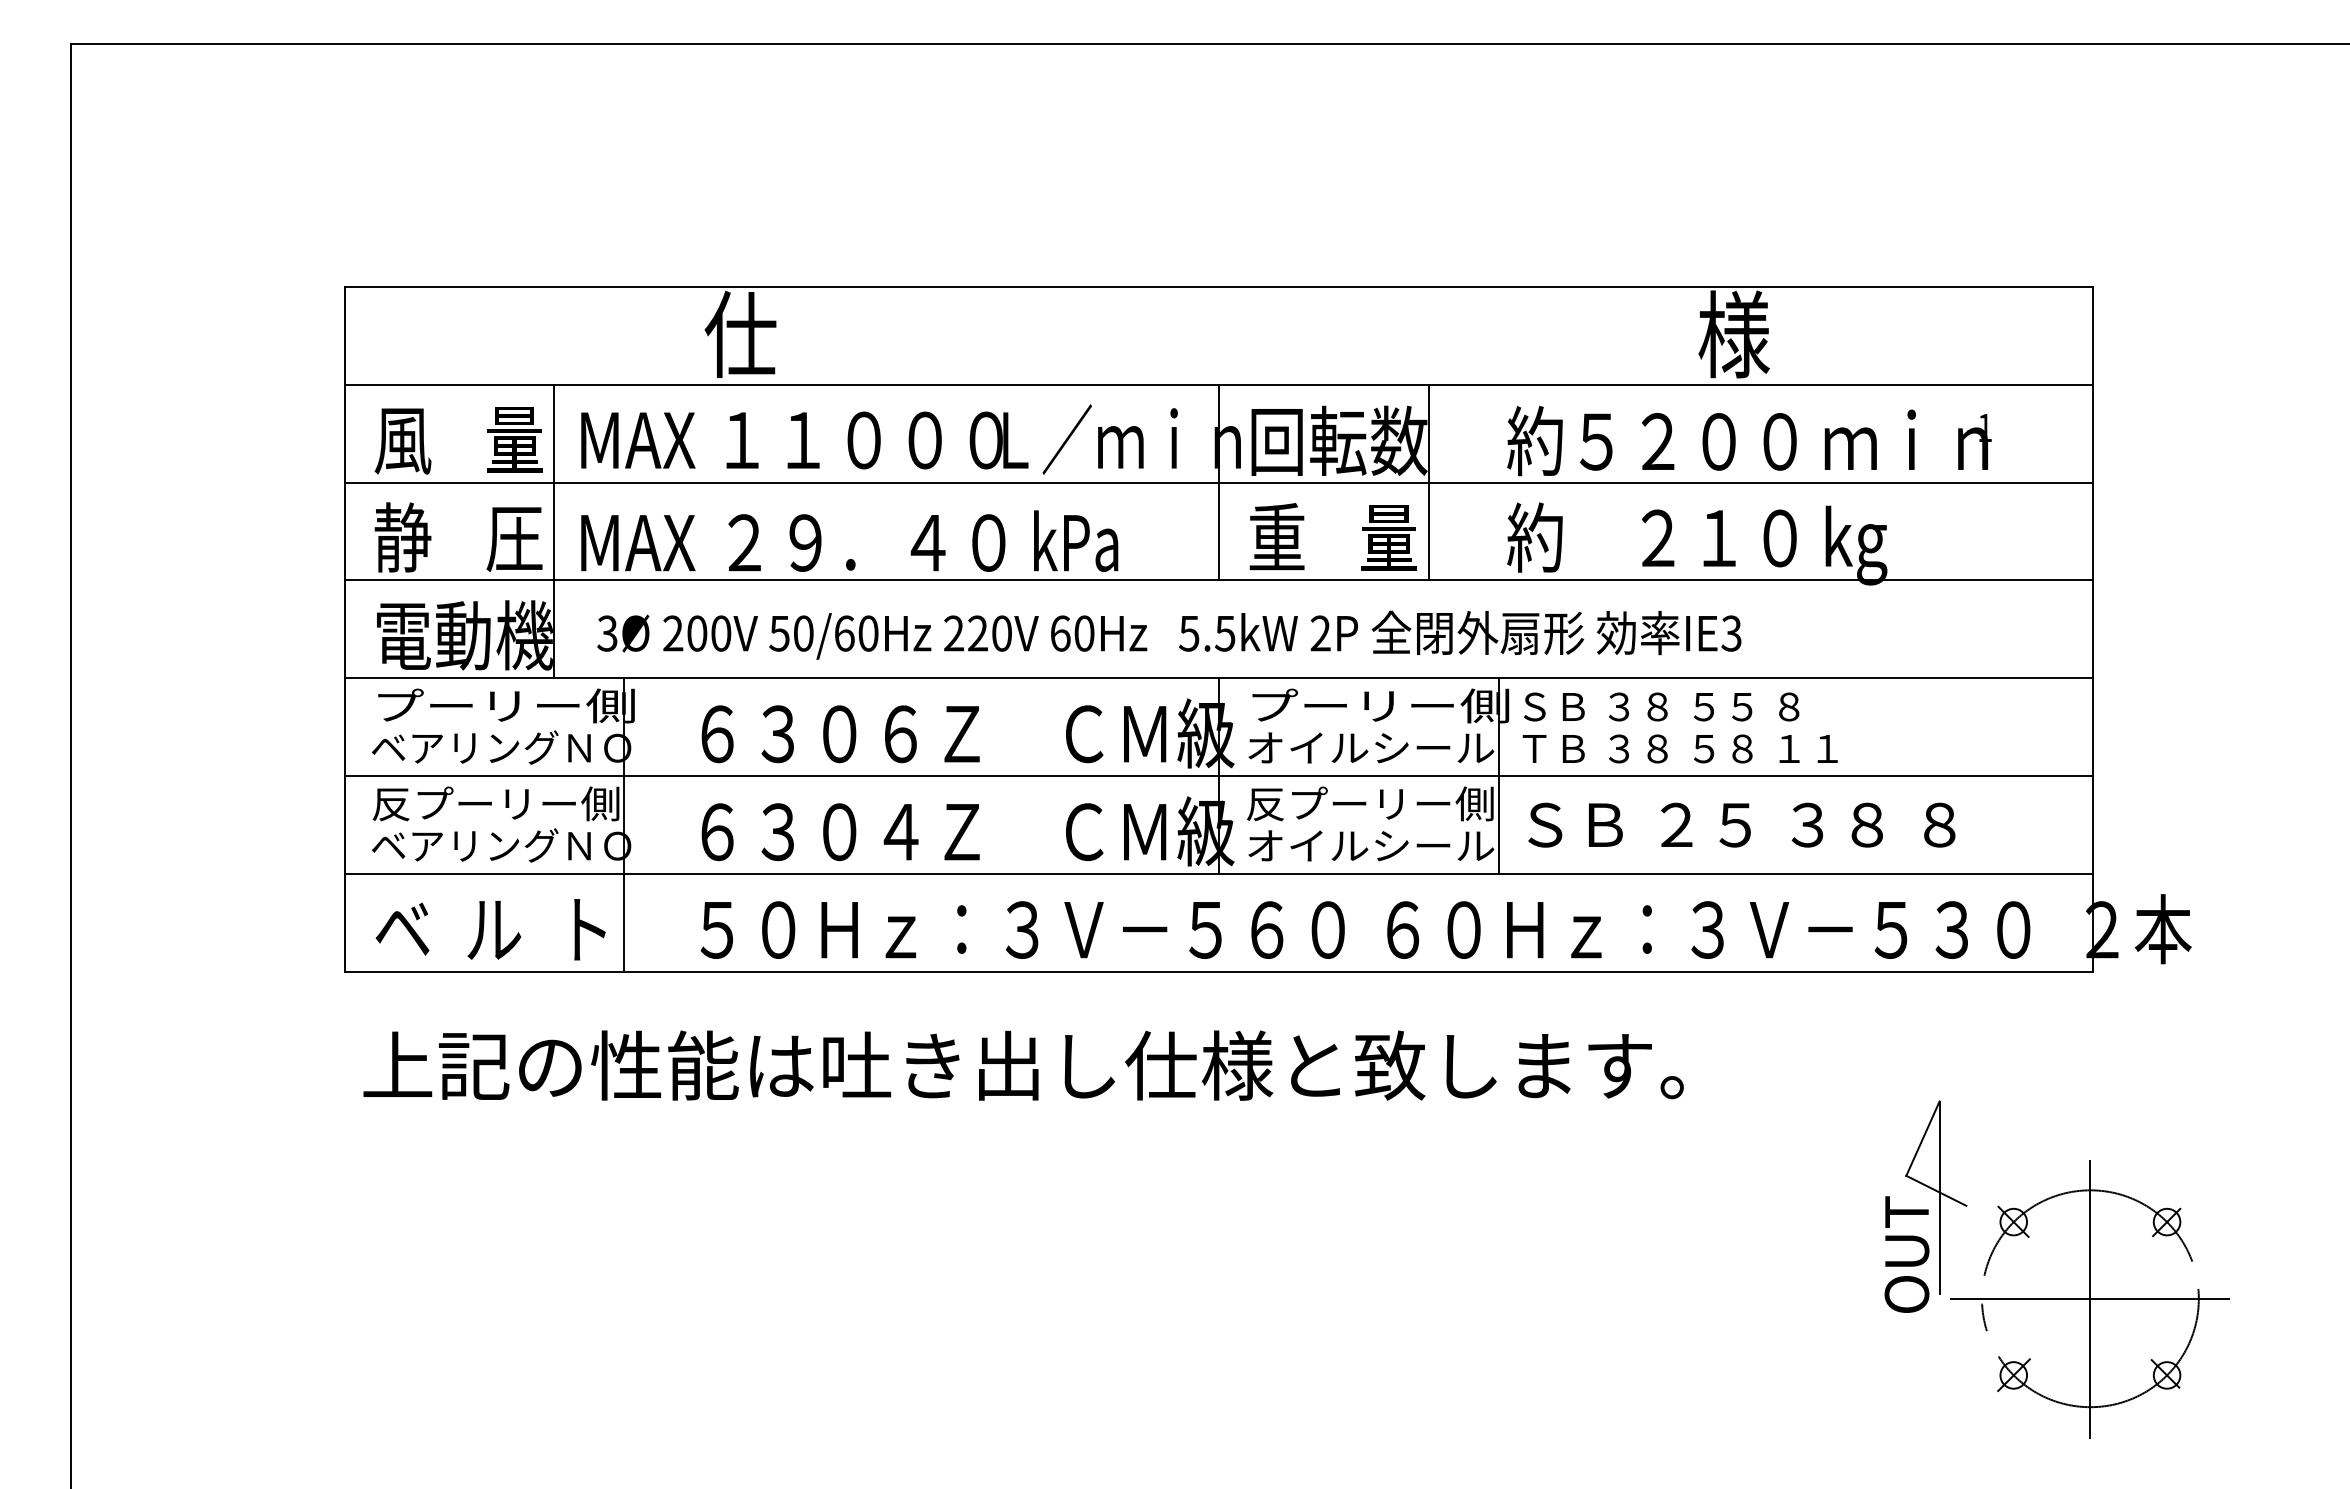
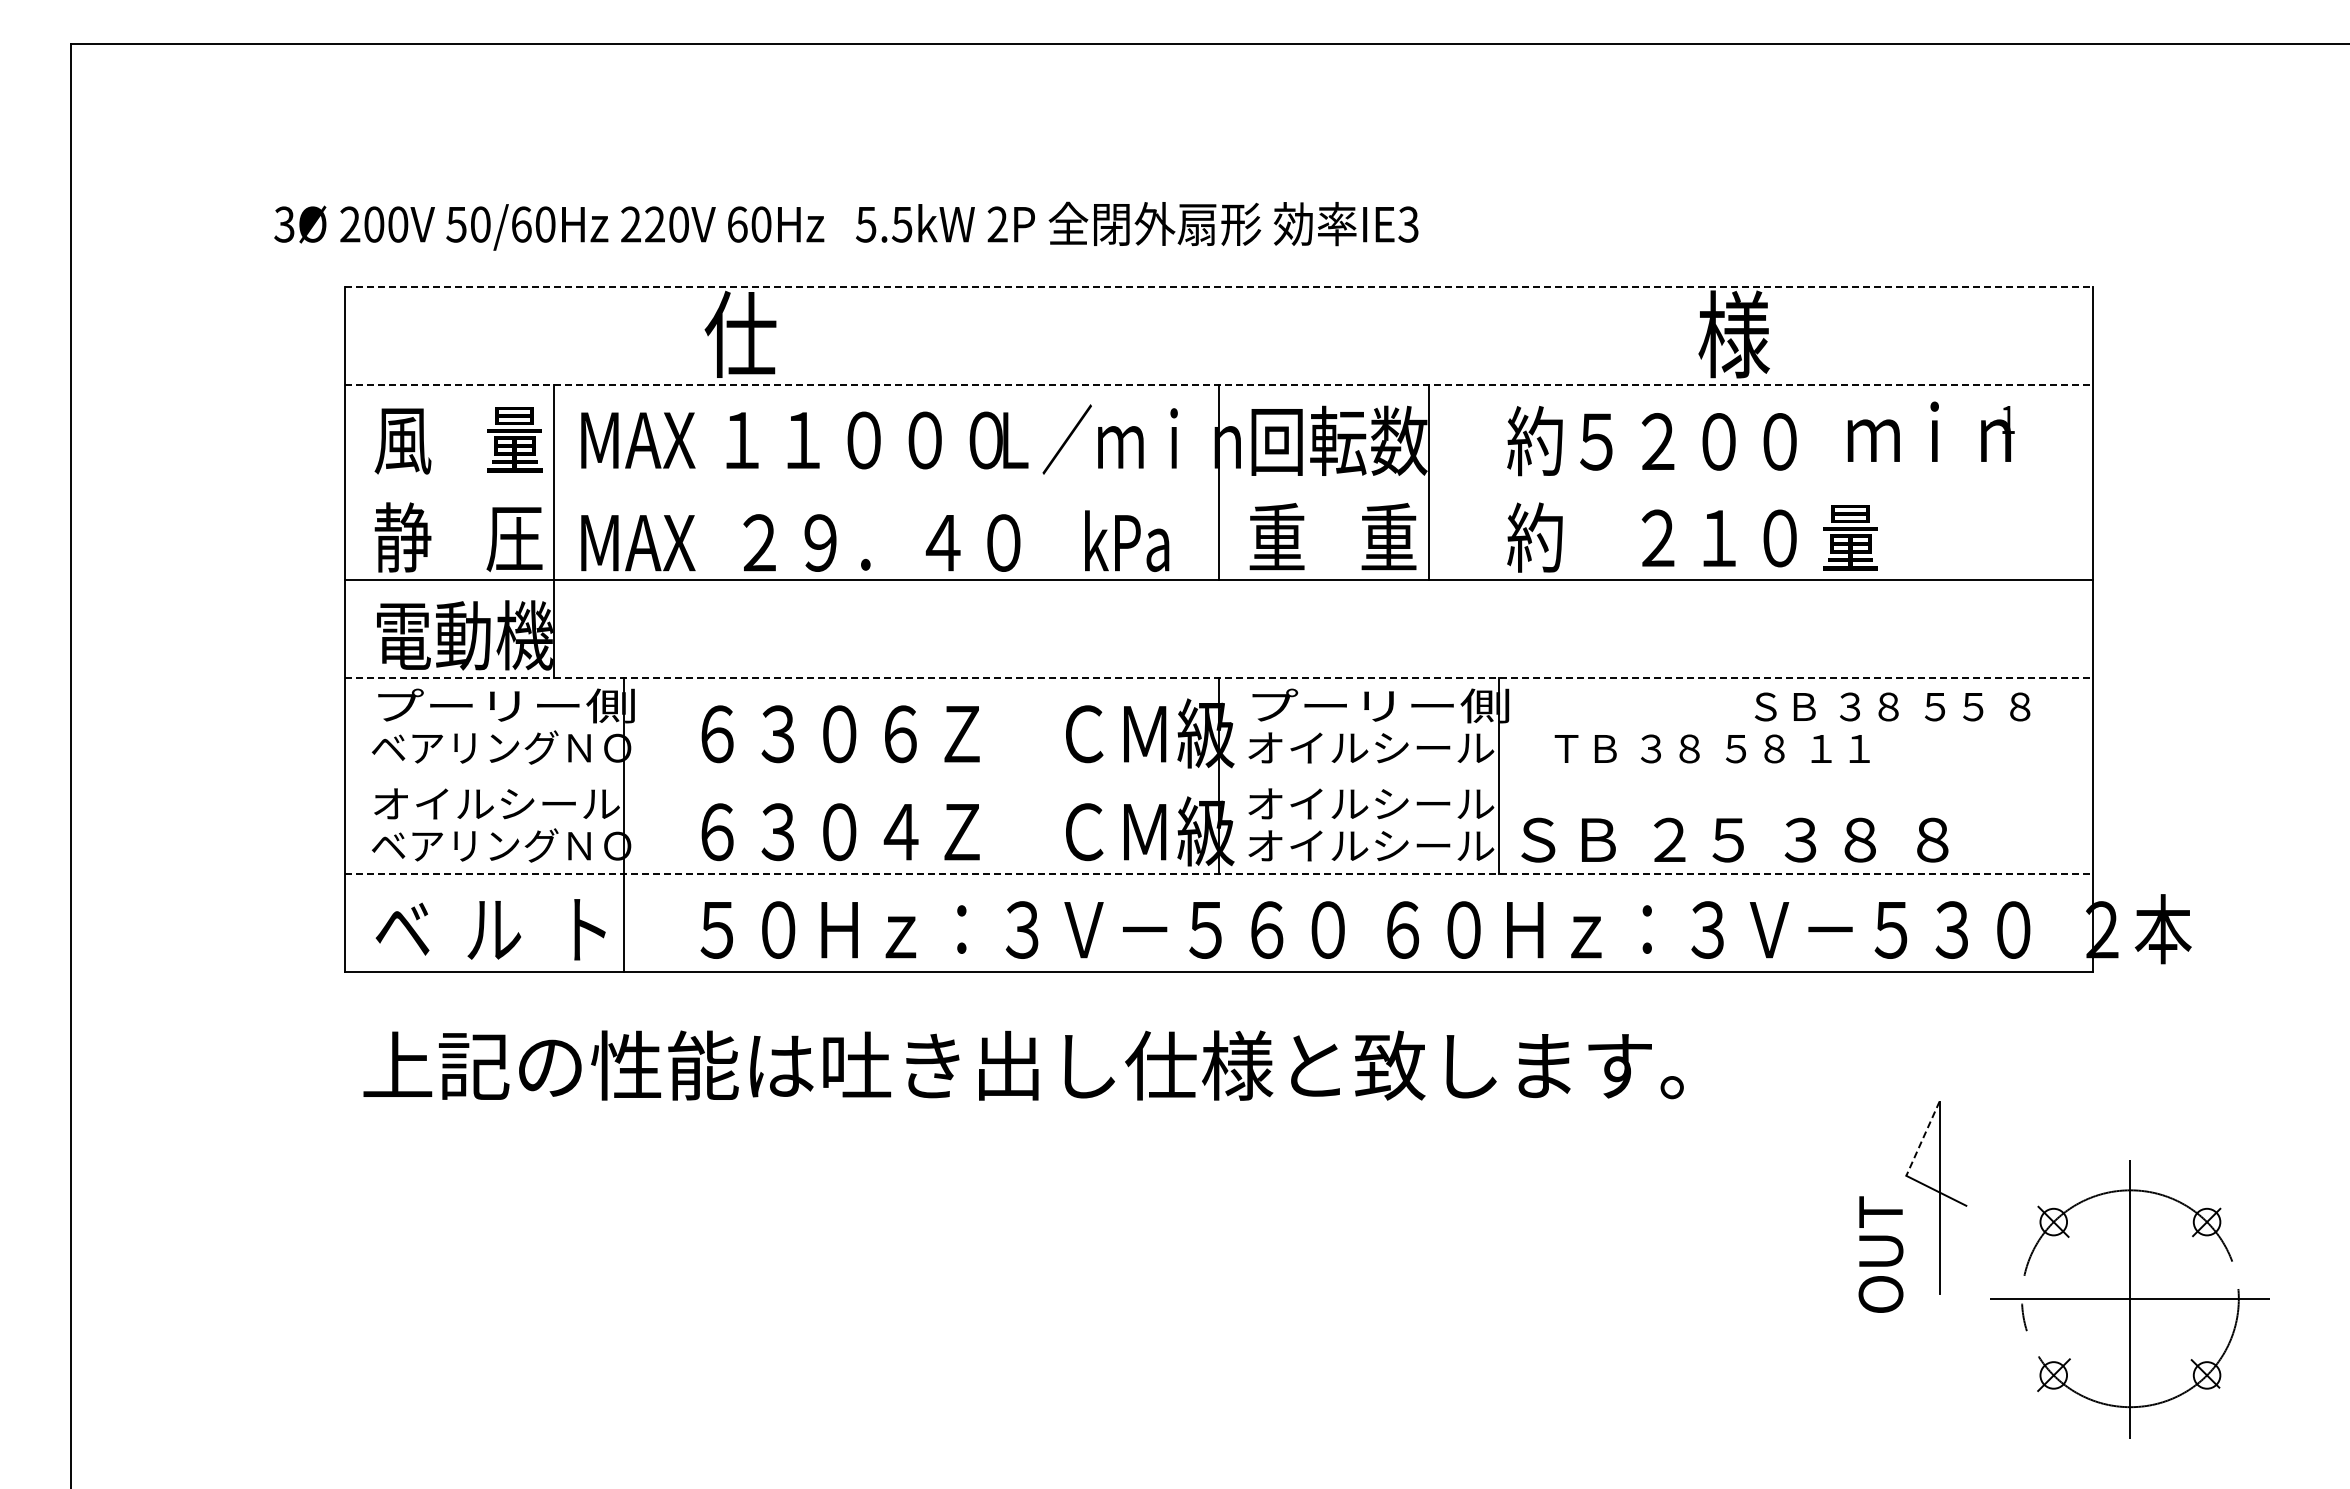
line at (1219, 286): solid -> dashed
line at (1219, 384): solid -> dashed
text at (1907, 439) position: (1907, 439) -> (1930, 431)
line at (1218, 482): present -> none
text at (1388, 536): 量 -> 重
text at (1076, 540) position: (1076, 540) -> (1127, 540)
text at (866, 542) position: (866, 542) -> (881, 542)
text at (1855, 545): kg -> 量
text at (1169, 634) position: (1169, 634) -> (846, 225)
line at (1219, 678): solid -> dashed
text at (1661, 706) position: (1661, 706) -> (1892, 706)
text at (1679, 748) position: (1679, 748) -> (1711, 748)
line at (1218, 776): present -> none
text at (495, 803): 反プーリー側 -> オイルシール
text at (1370, 803): 反プーリー側 -> オイルシール
text at (1741, 824) position: (1741, 824) -> (1734, 839)
line at (1219, 874): solid -> dashed
line at (1922, 1138): solid -> dashed
text at (1906, 1254) position: (1906, 1254) -> (1880, 1254)
part at (2089, 1299) position: (2089, 1299) -> (2129, 1299)
